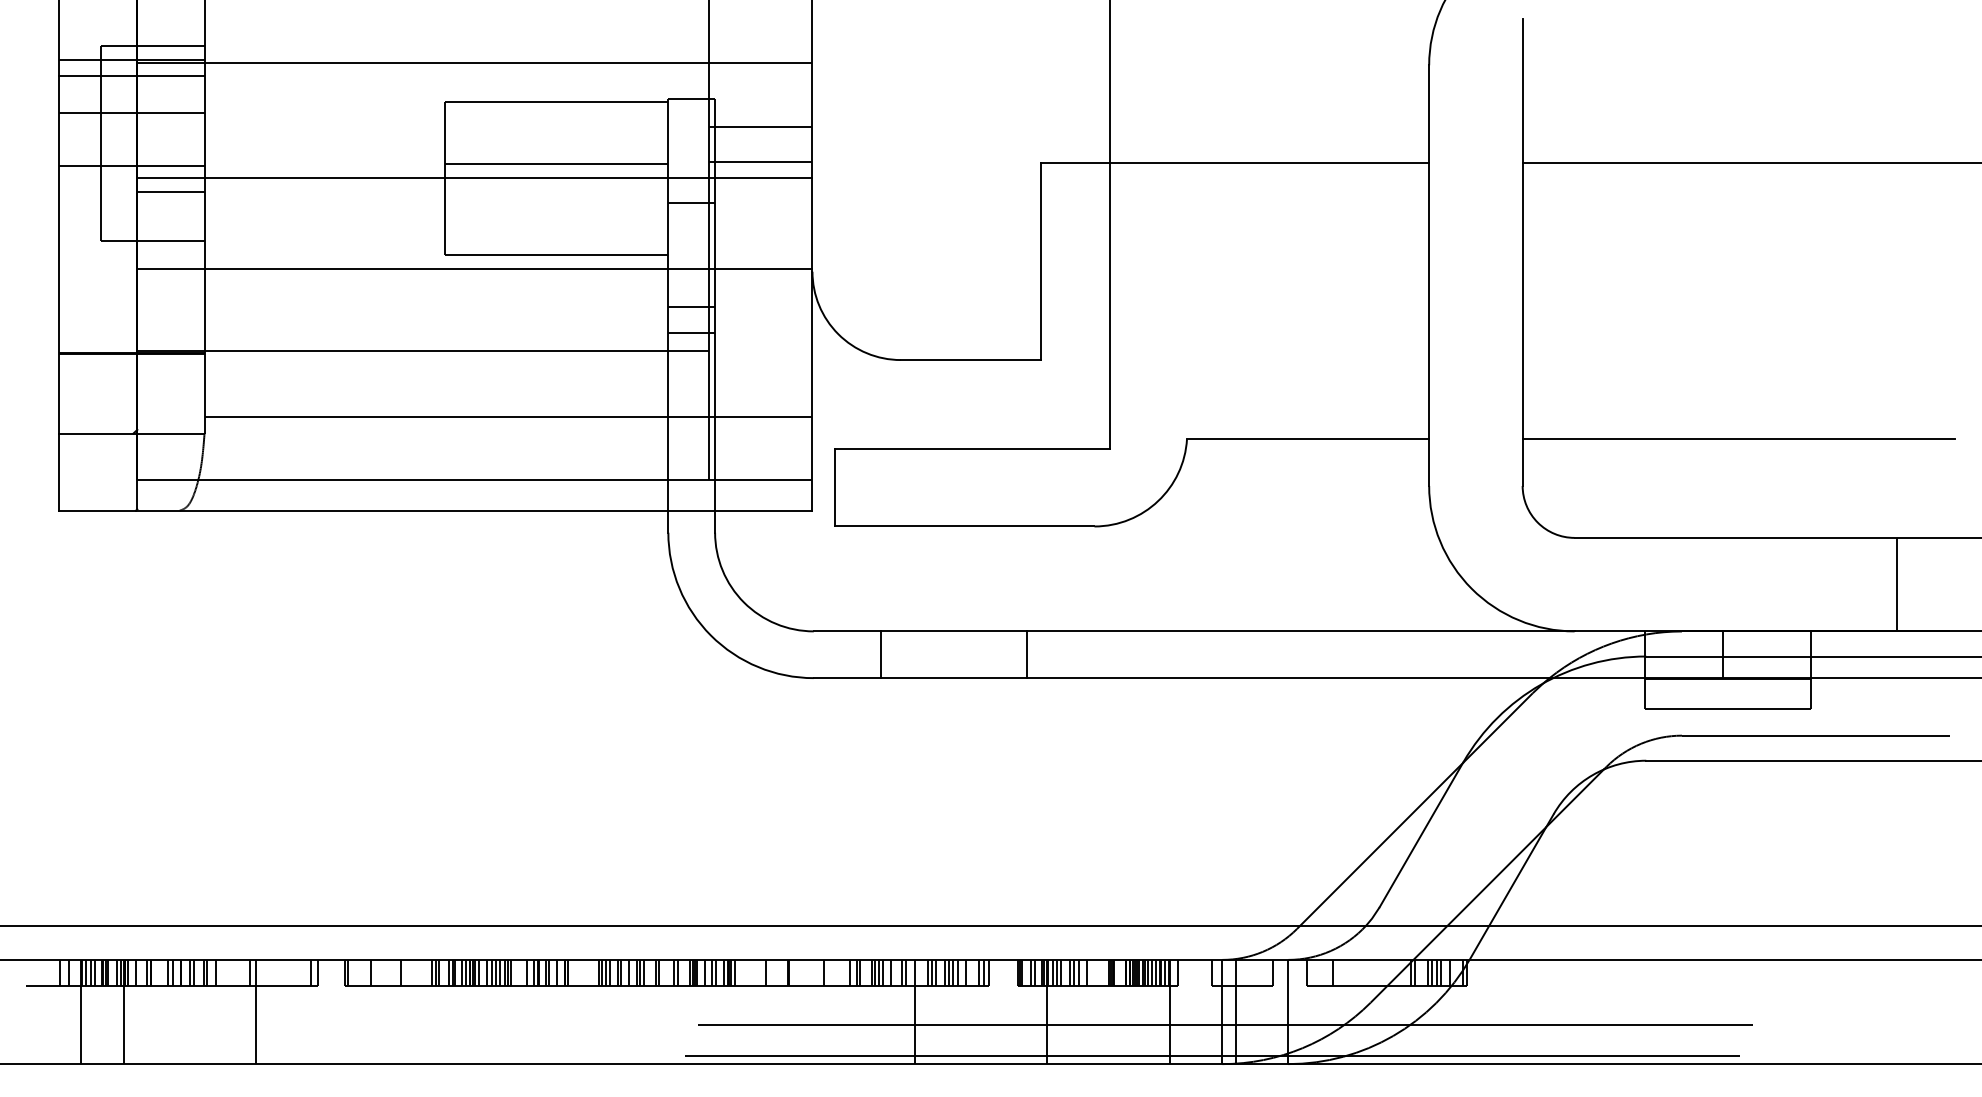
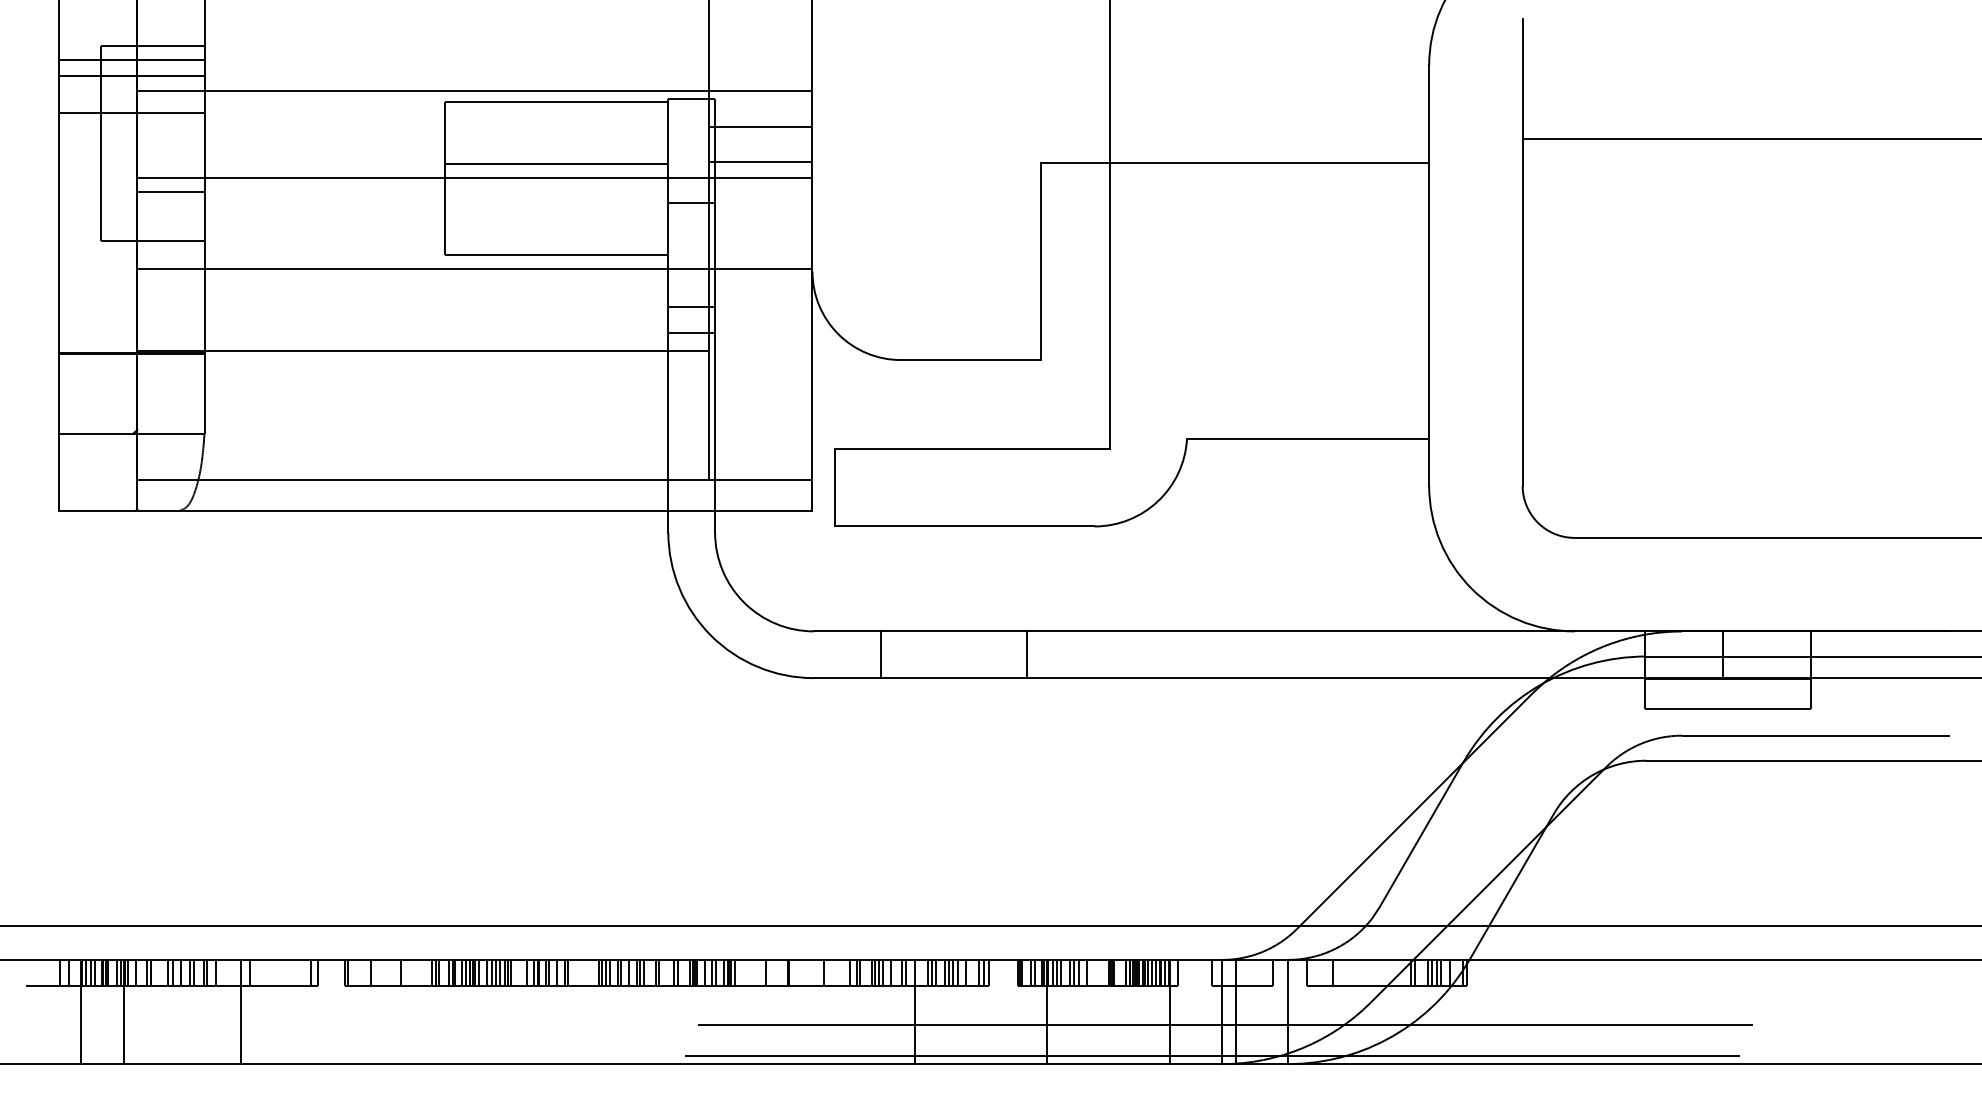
line at (474, 63) position: (474, 63) -> (474, 91)
line at (1750, 162) position: (1750, 162) -> (1750, 138)
line at (131, 166): present -> none
line at (508, 417): present -> none
line at (1738, 438): present -> none
line at (1896, 584): present -> none
line at (255, 1011) position: (255, 1011) -> (240, 1011)
